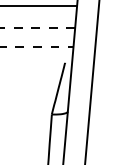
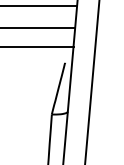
line at (37, 27): dashed -> solid
line at (37, 46): dashed -> solid
